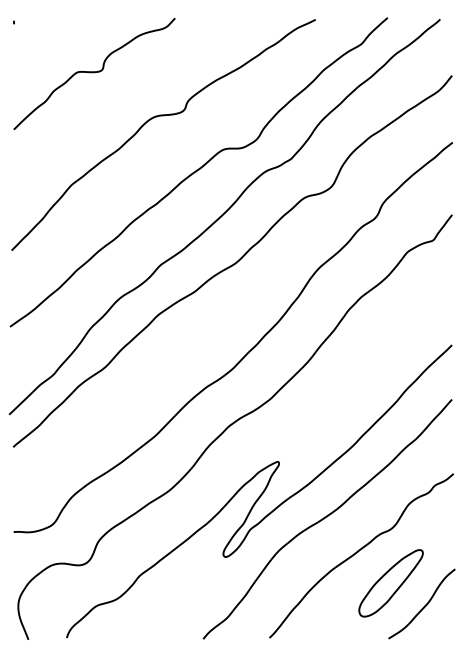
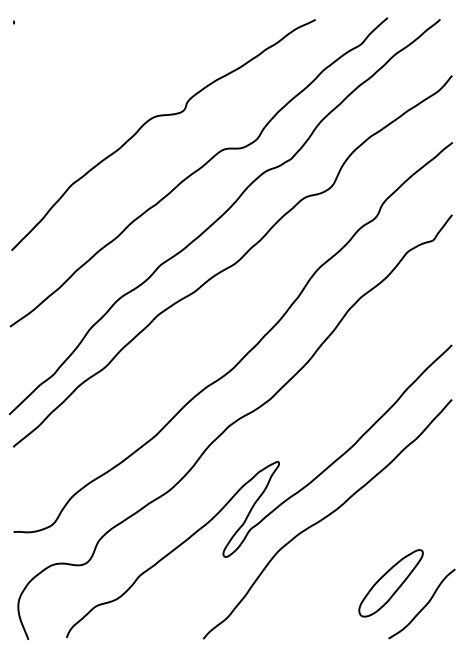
curve at (94, 73): present -> none
curve at (358, 552): present -> none
